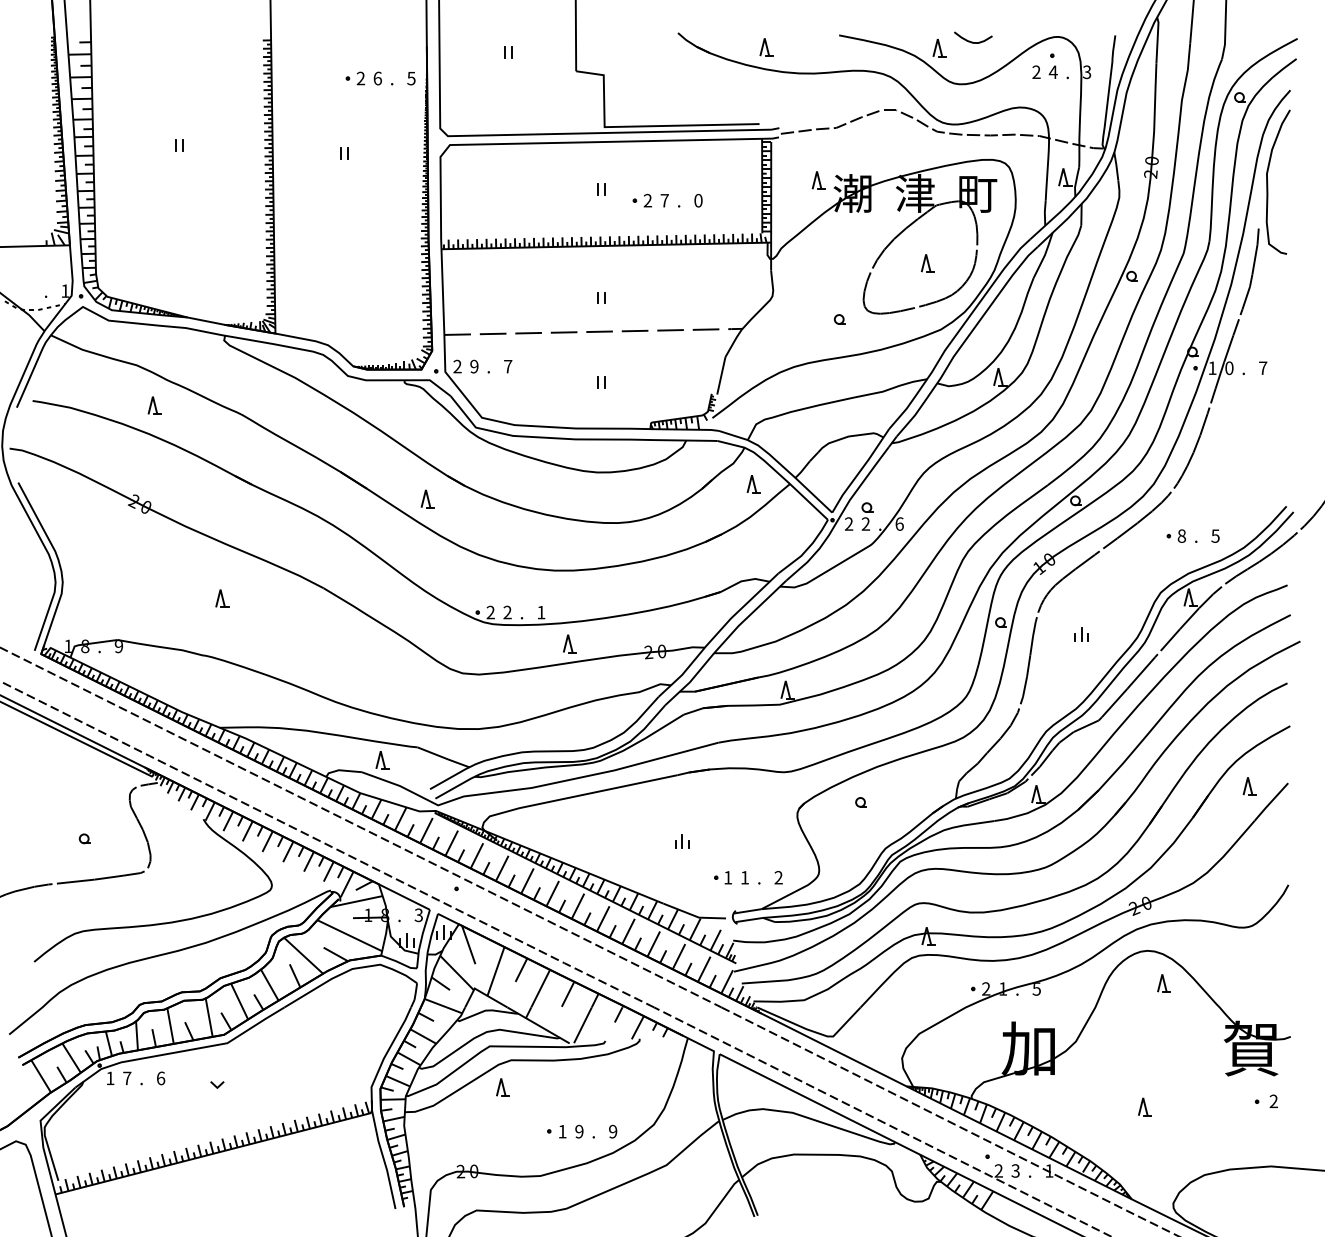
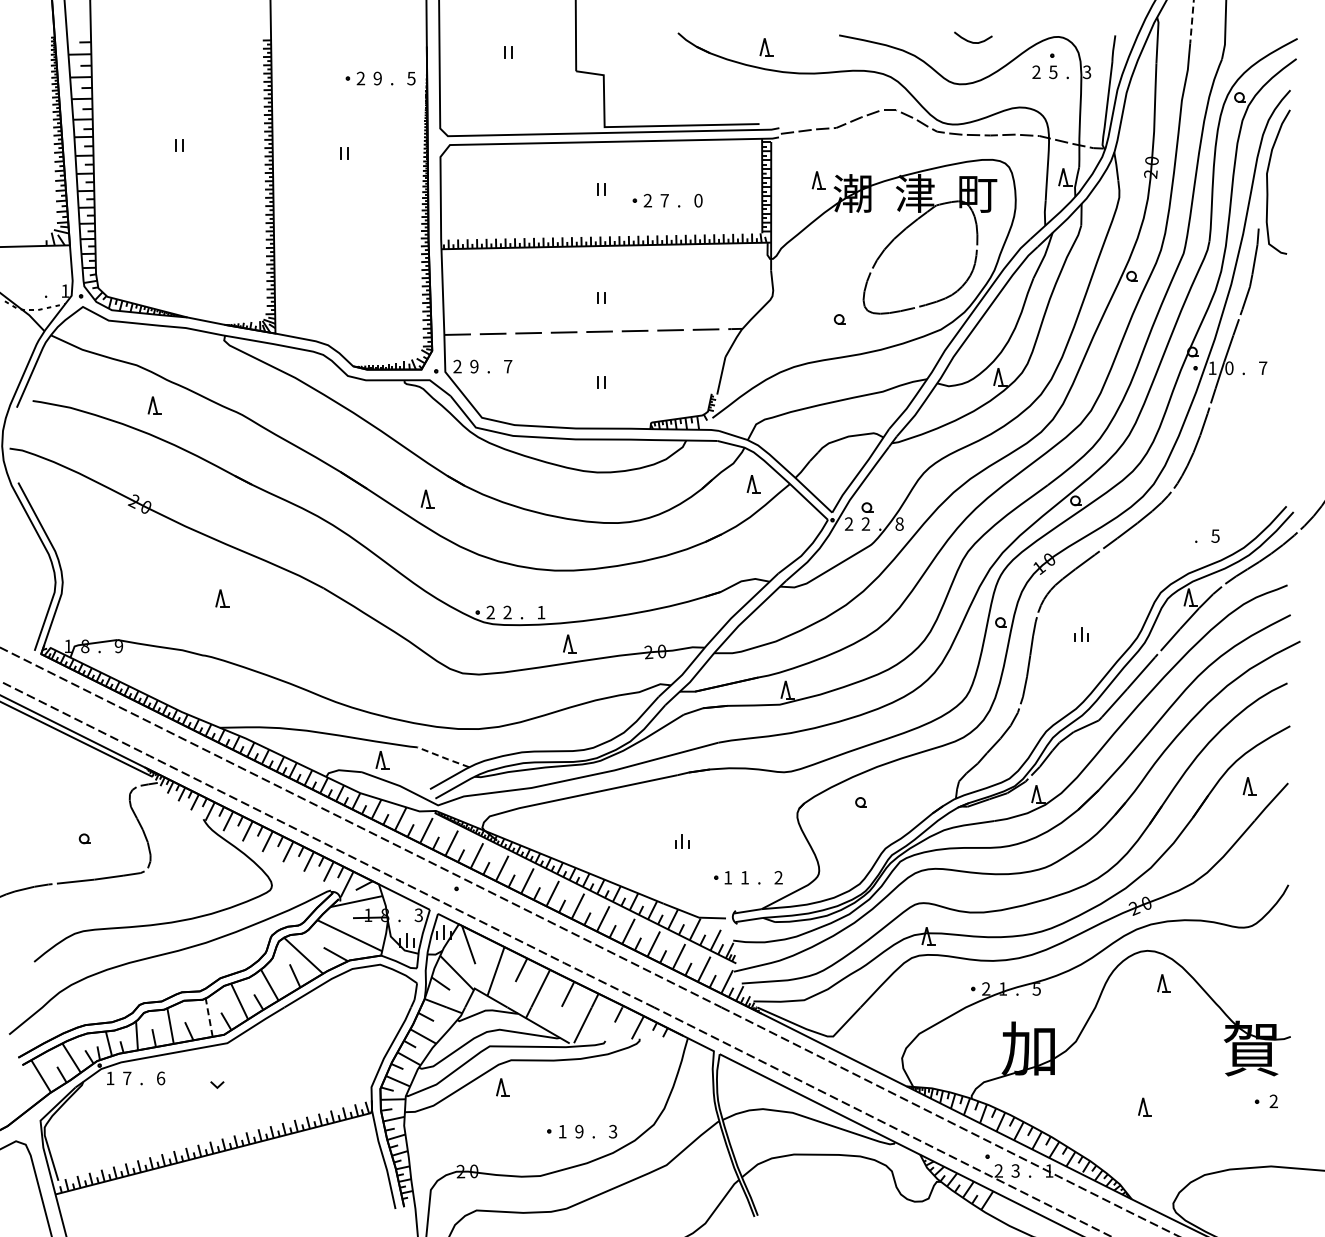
line at (1192, 21): solid -> dashed
part at (939, 48): present -> none
text at (1052, 72): 4 -> 5
text at (377, 78): 6 -> 9
part at (927, 263): present -> none
text at (899, 523): 6 -> 8
part at (1176, 535): present -> none
line at (443, 757): solid -> dashed
line at (209, 1017): solid -> dashed
text at (612, 1131): 9 -> 3
